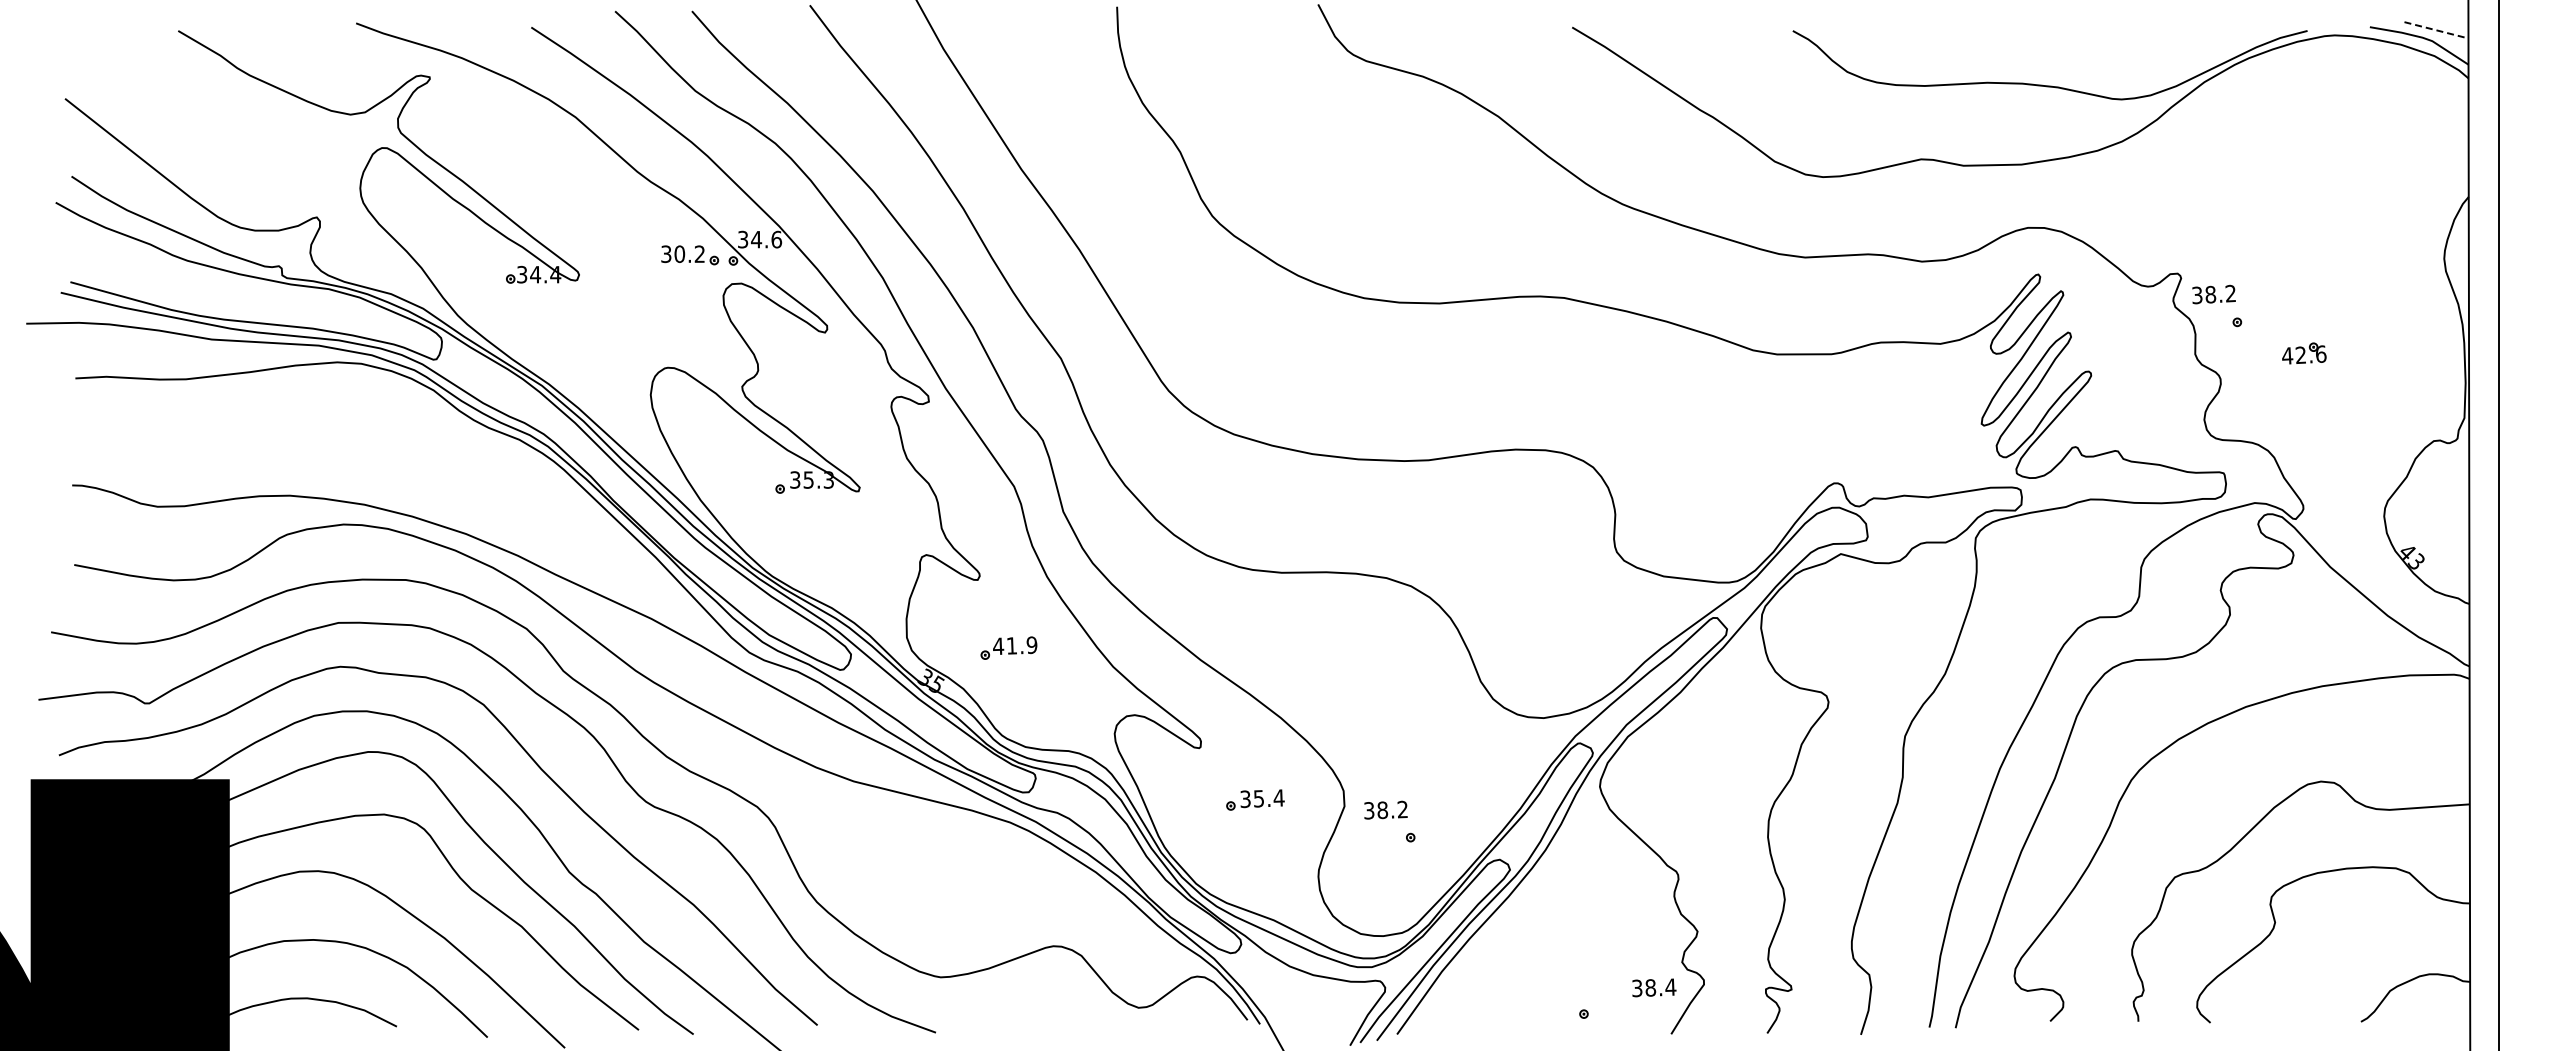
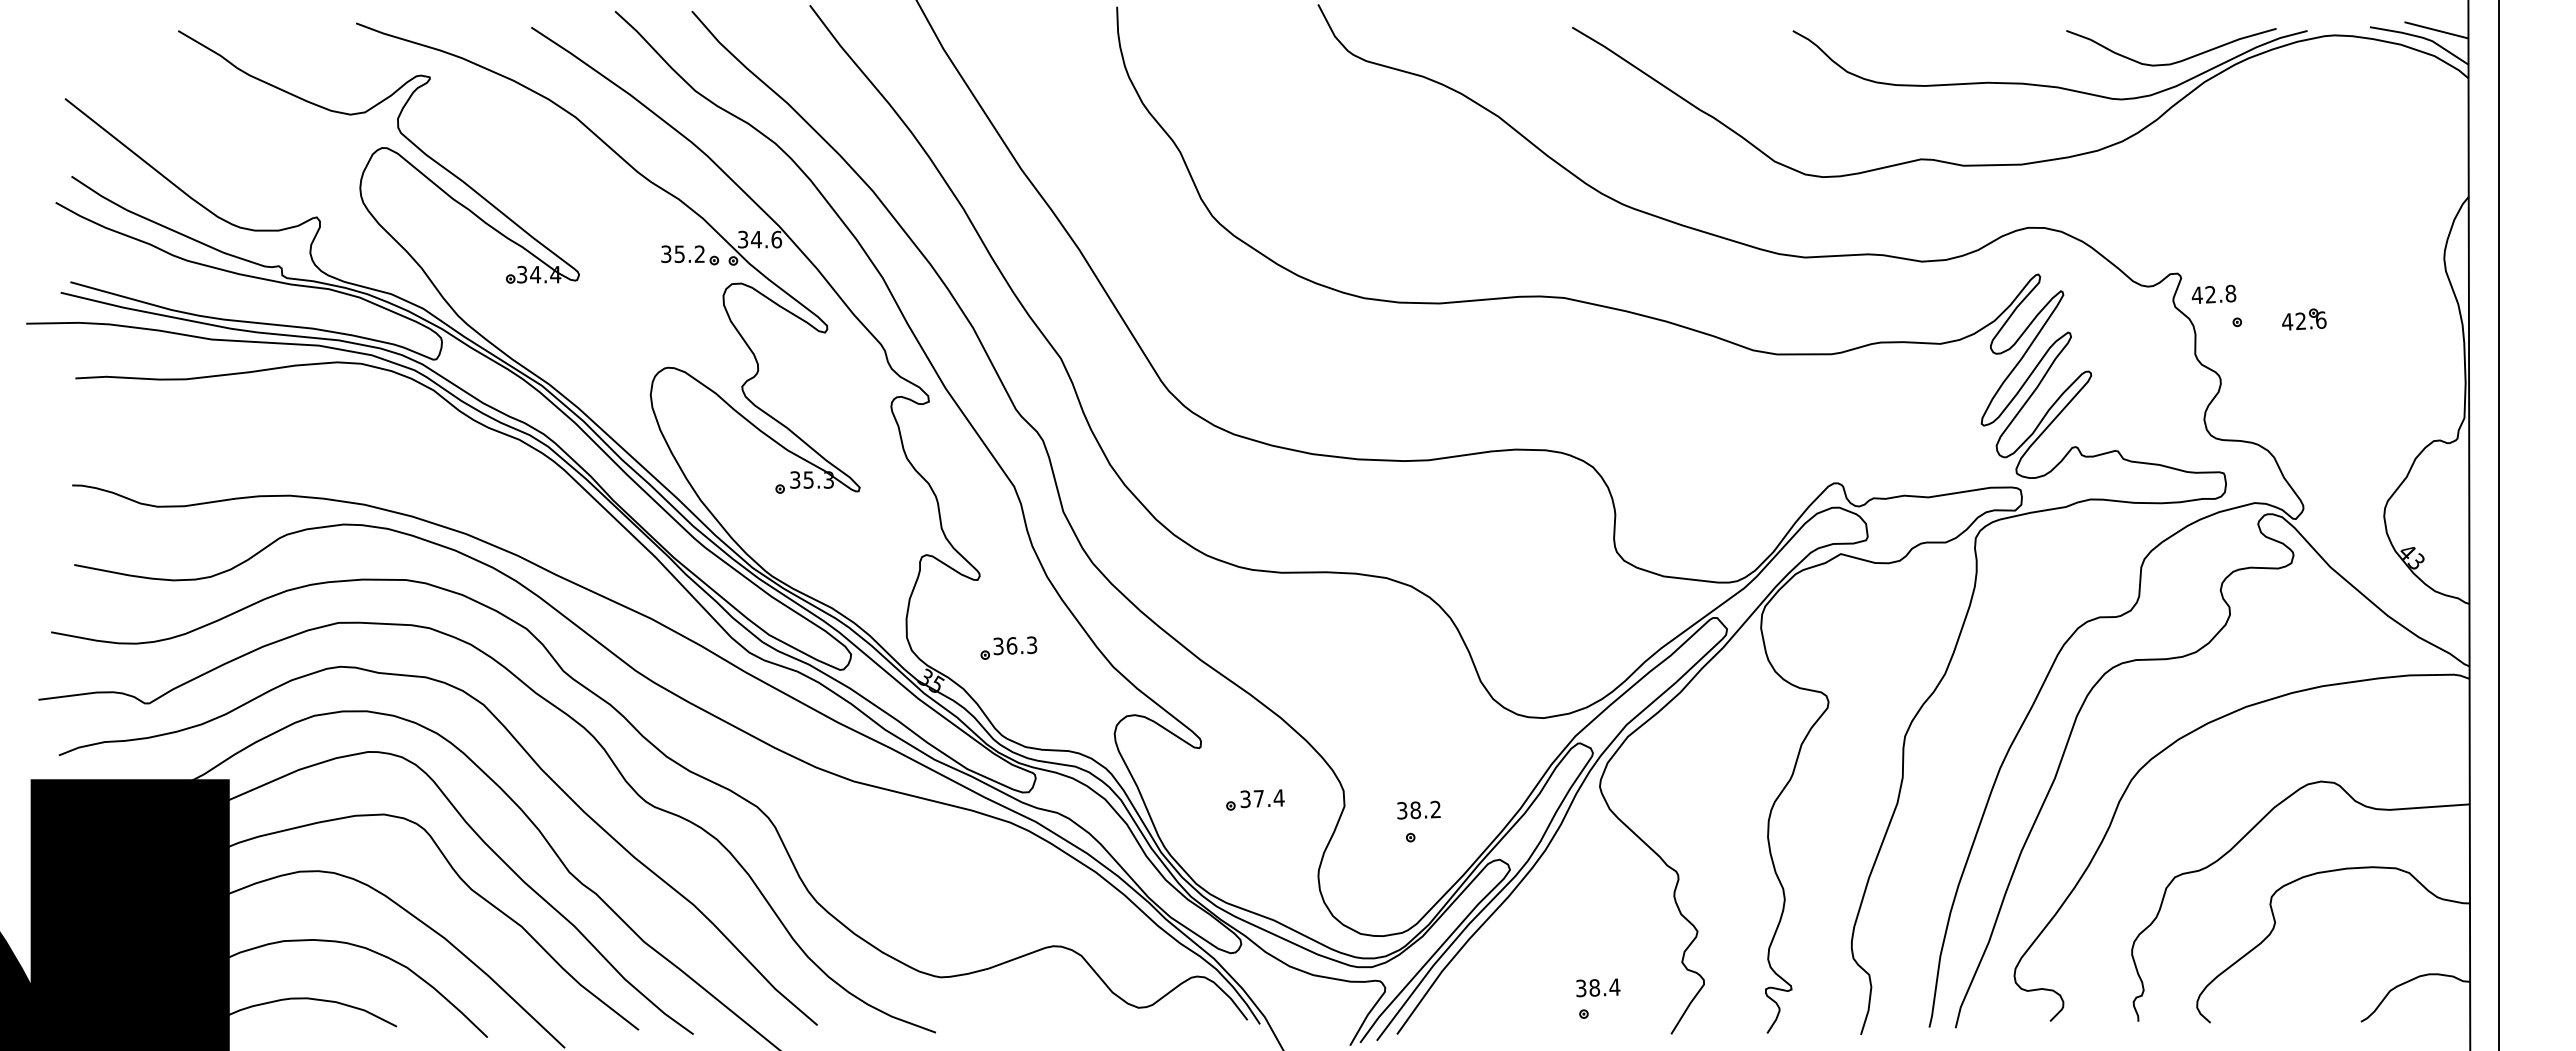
line at (2436, 30): dashed -> solid
curve at (2176, 61): none -> present
text at (679, 254): 30.2 -> 35.2
text at (2213, 294): 38.2 -> 42.8
part at (2304, 353) position: (2304, 353) -> (2304, 319)
text at (1015, 645): 41.9 -> 36.3
text at (1258, 798): 35.4 -> 37.4
text at (1385, 809) position: (1385, 809) -> (1418, 809)
text at (1654, 987) position: (1654, 987) -> (1598, 987)
